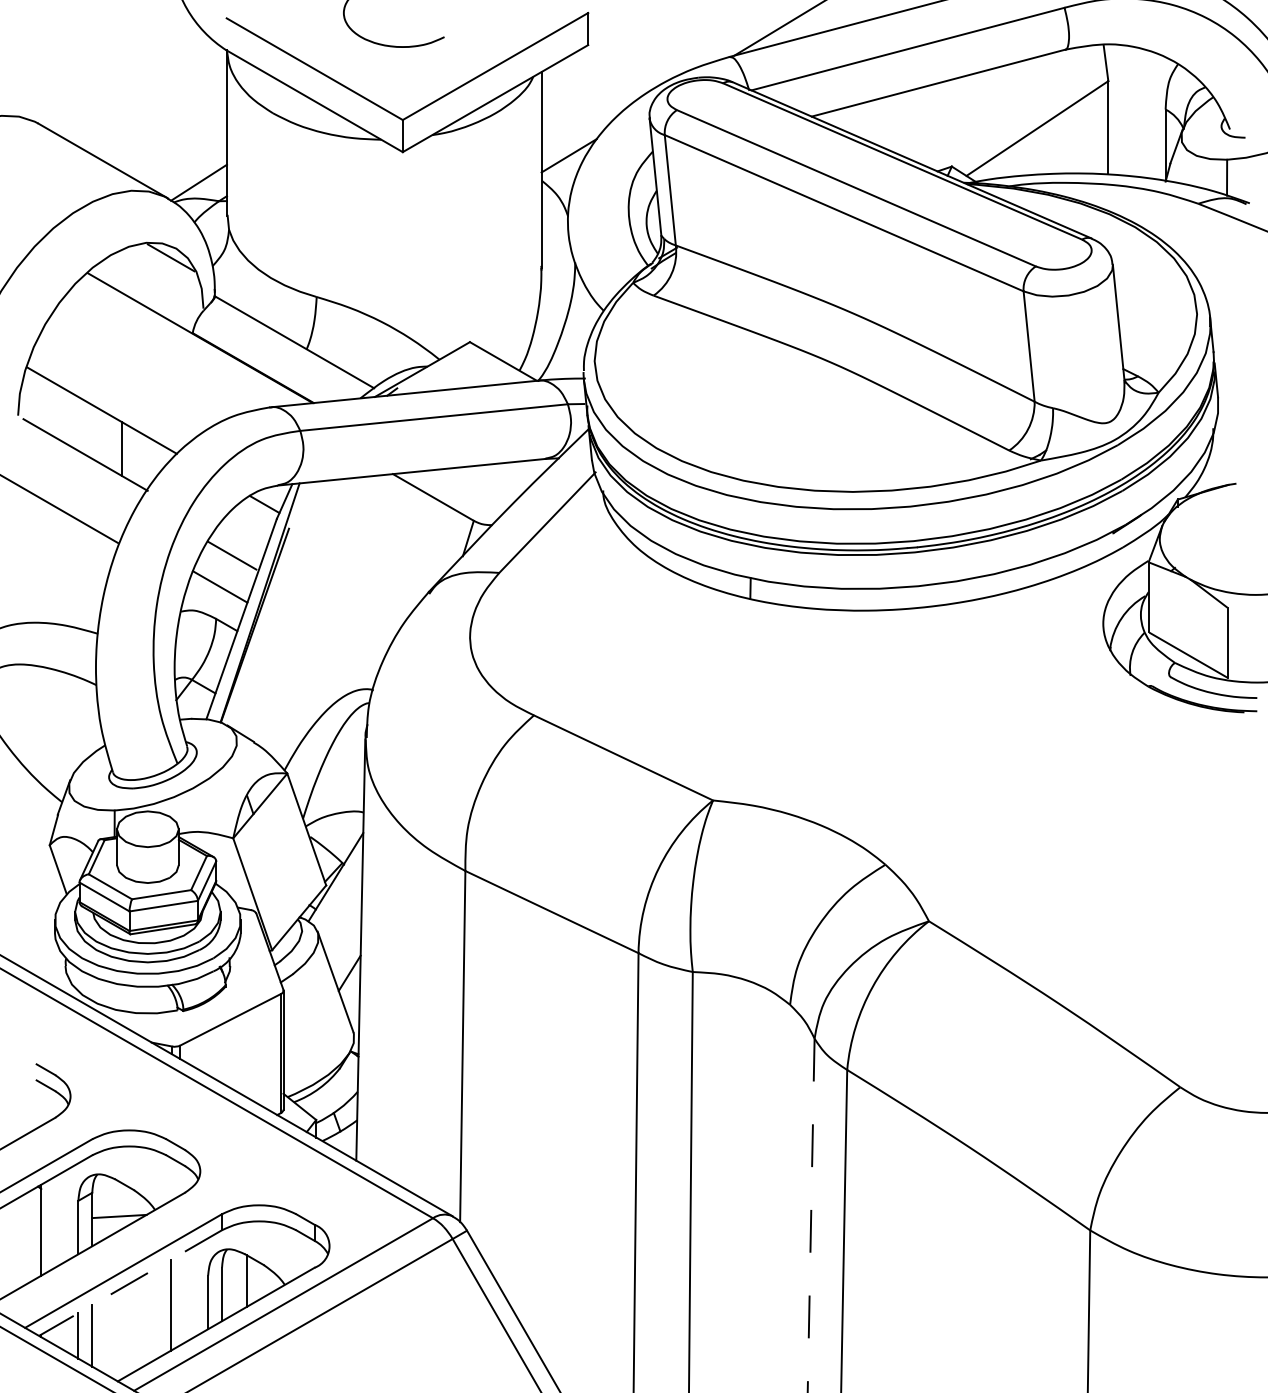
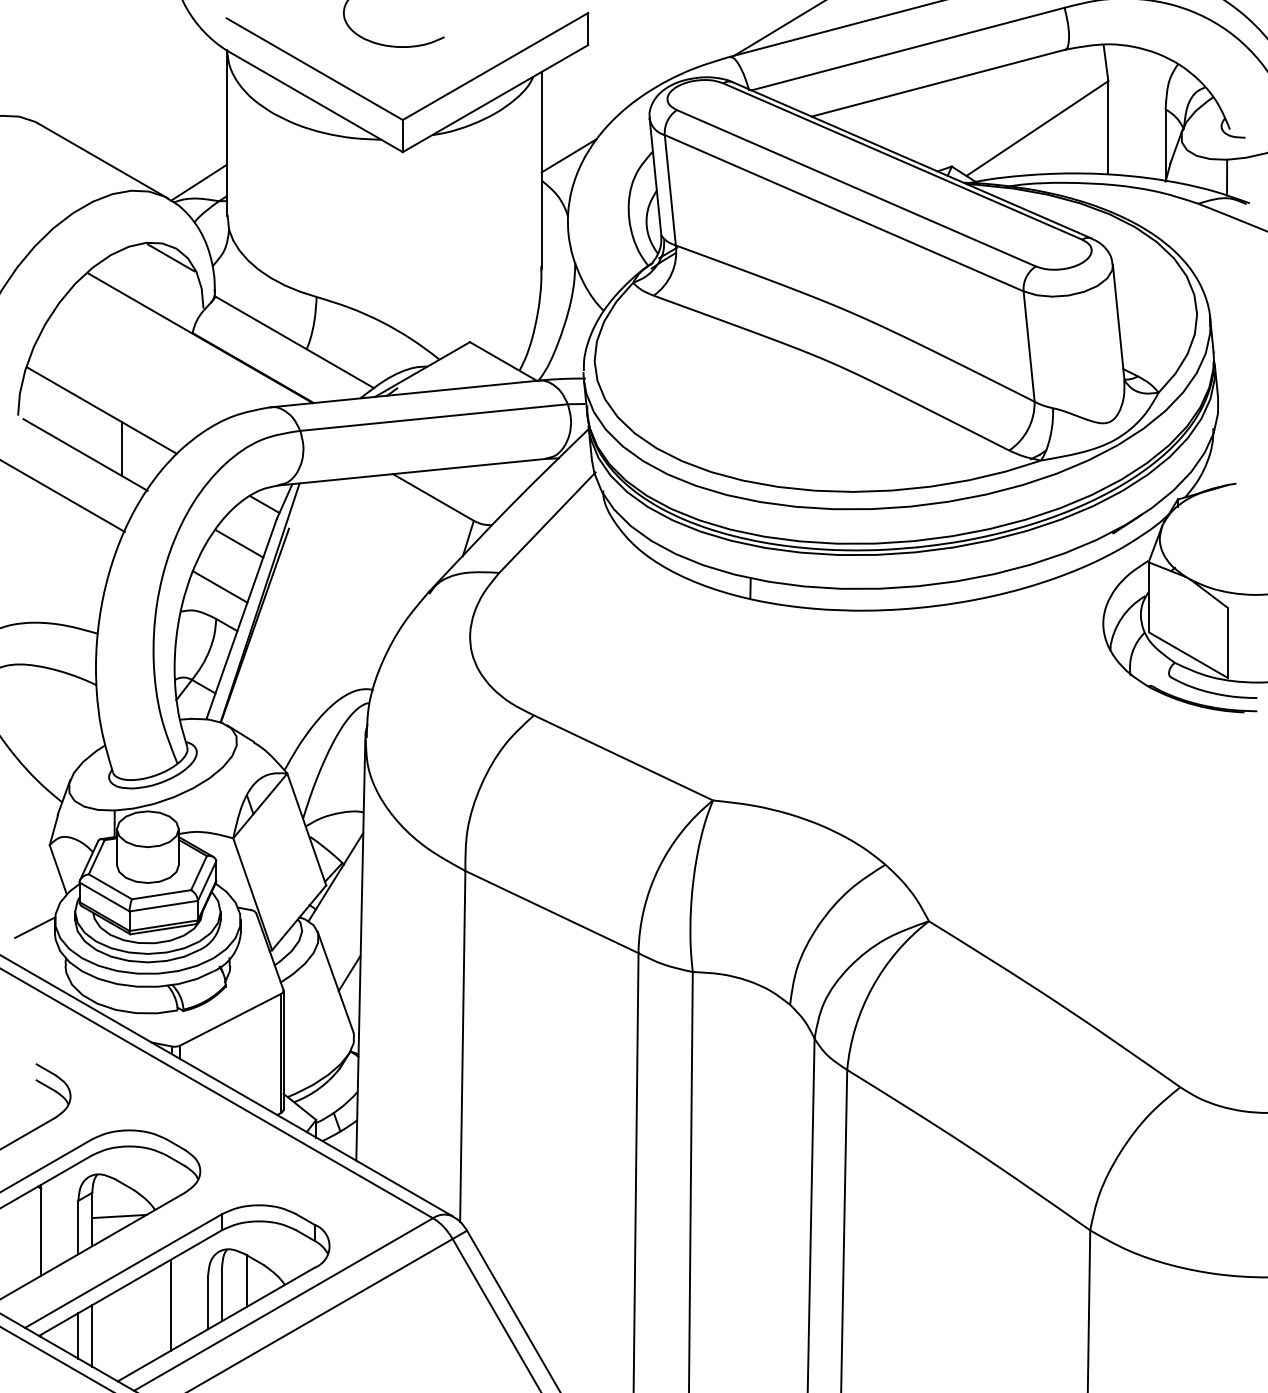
line at (59, 509) position: (59, 509) -> (63, 496)
line at (232, 555) position: (232, 555) -> (239, 543)
line at (35, 927): none -> present
line at (811, 1215): dashed -> solid
line at (130, 1283): dashed -> solid
